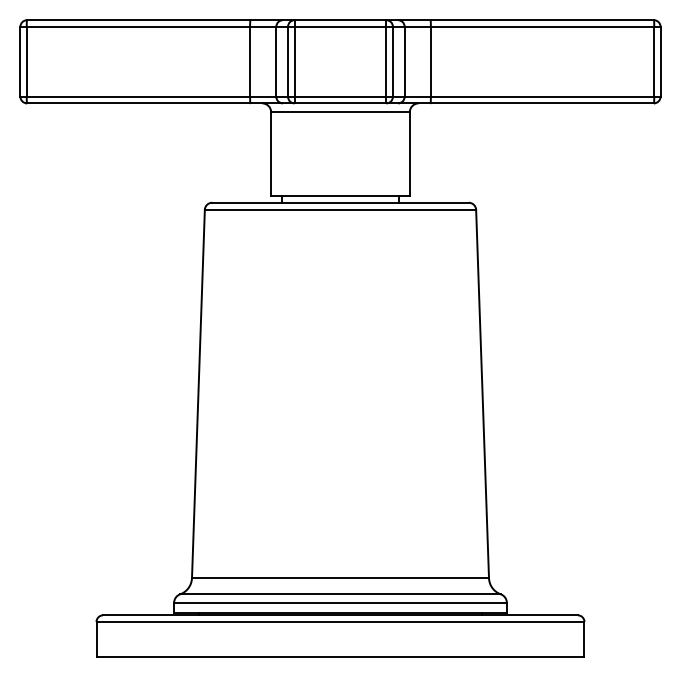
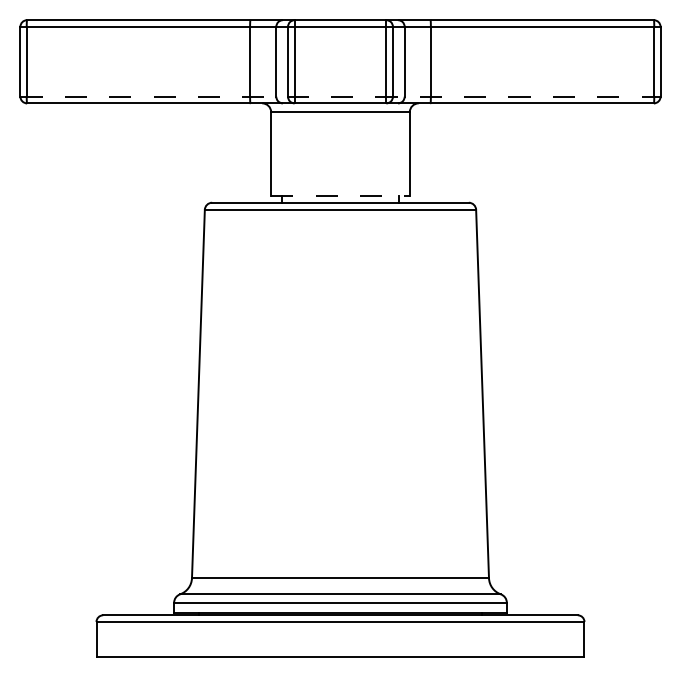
line at (341, 96): solid -> dashed
line at (340, 195): solid -> dashed
